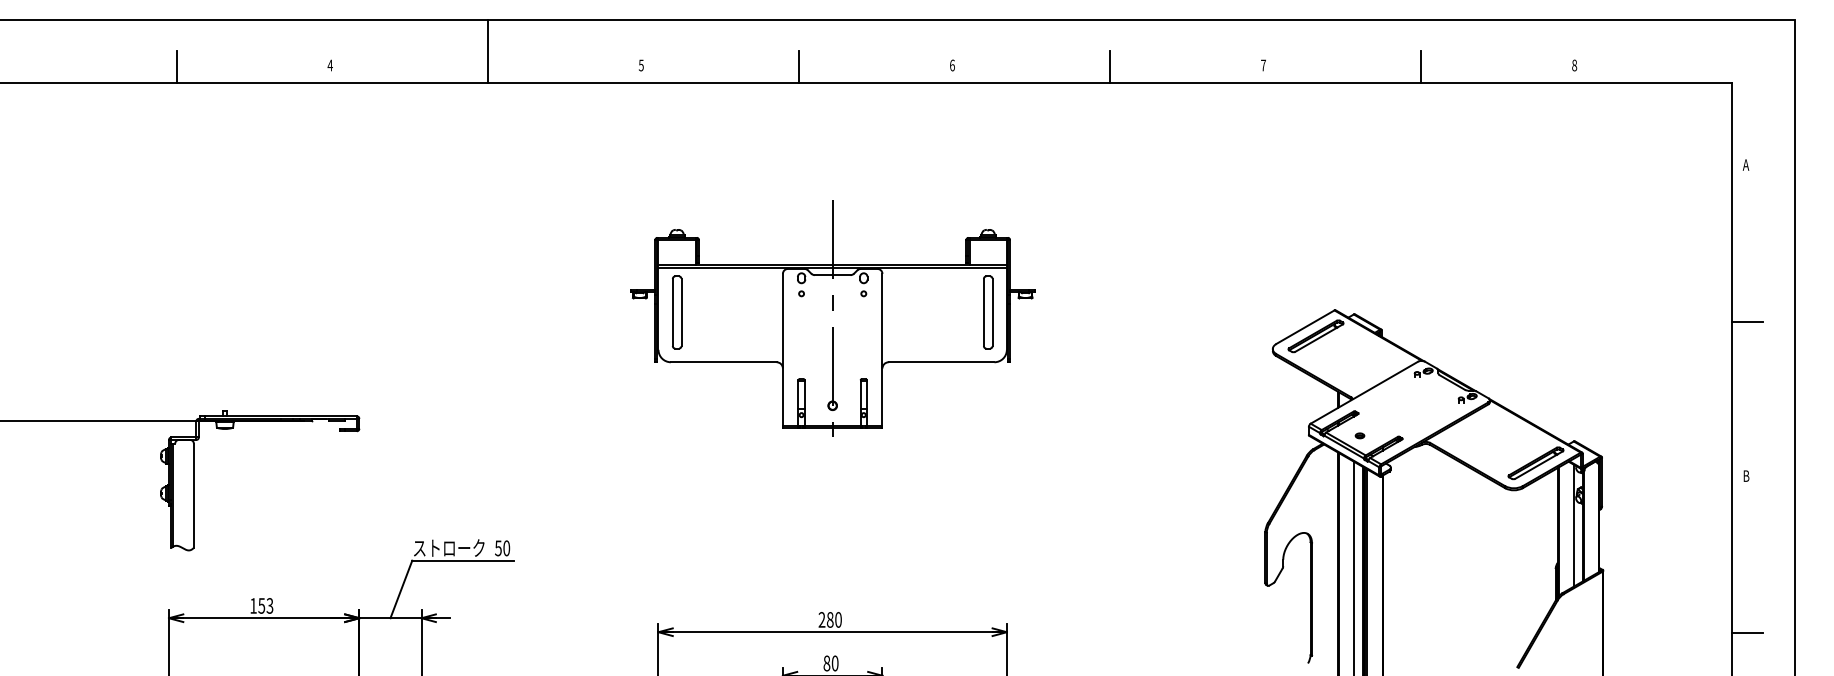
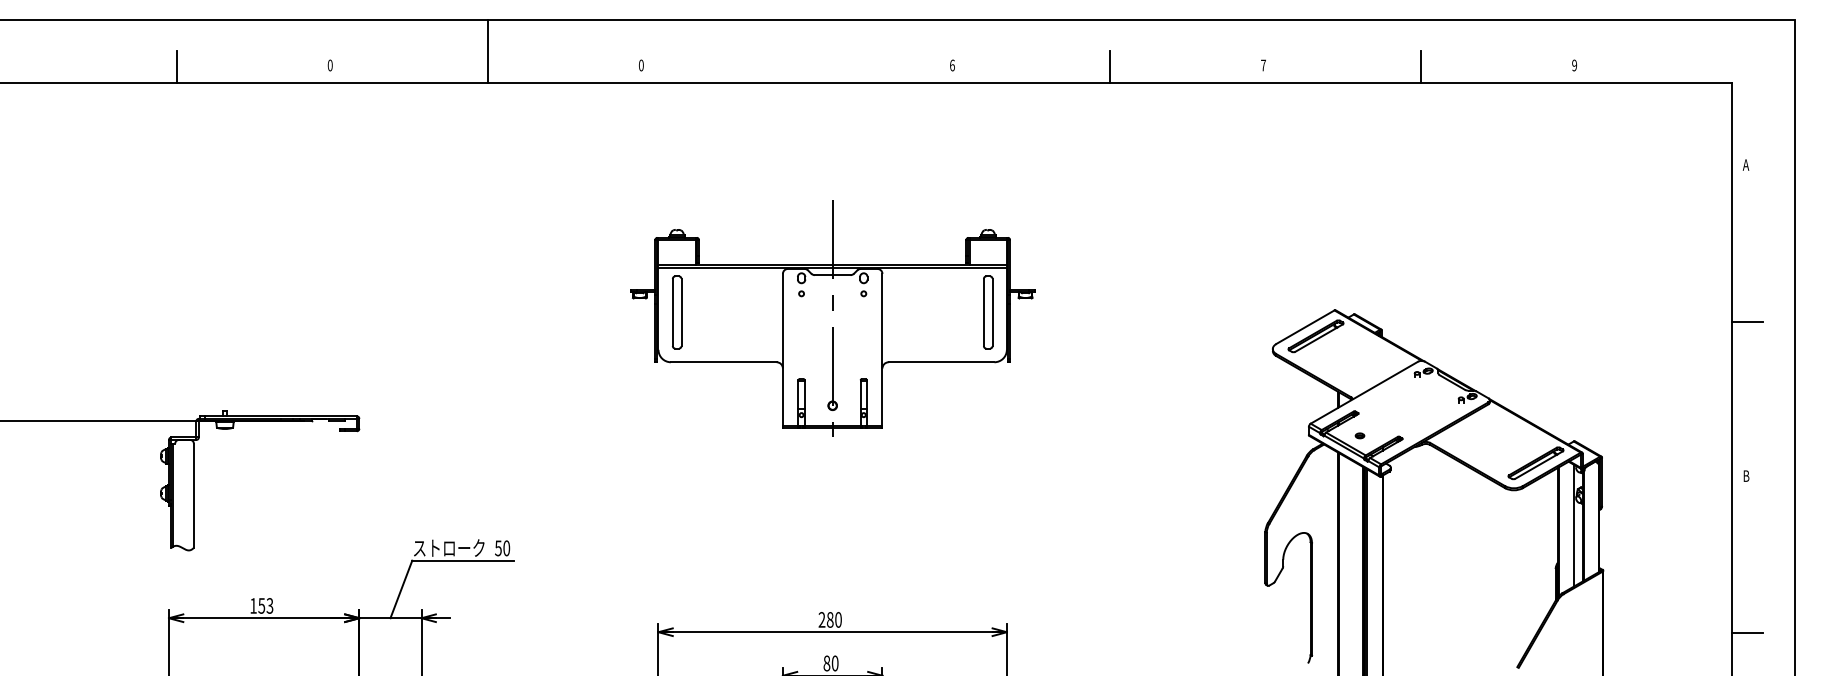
text at (329, 65): 4 -> 0
text at (640, 65): 5 -> 0
text at (1574, 65): 8 -> 9
line at (799, 66): present -> none
line at (1353, 566): present -> none
